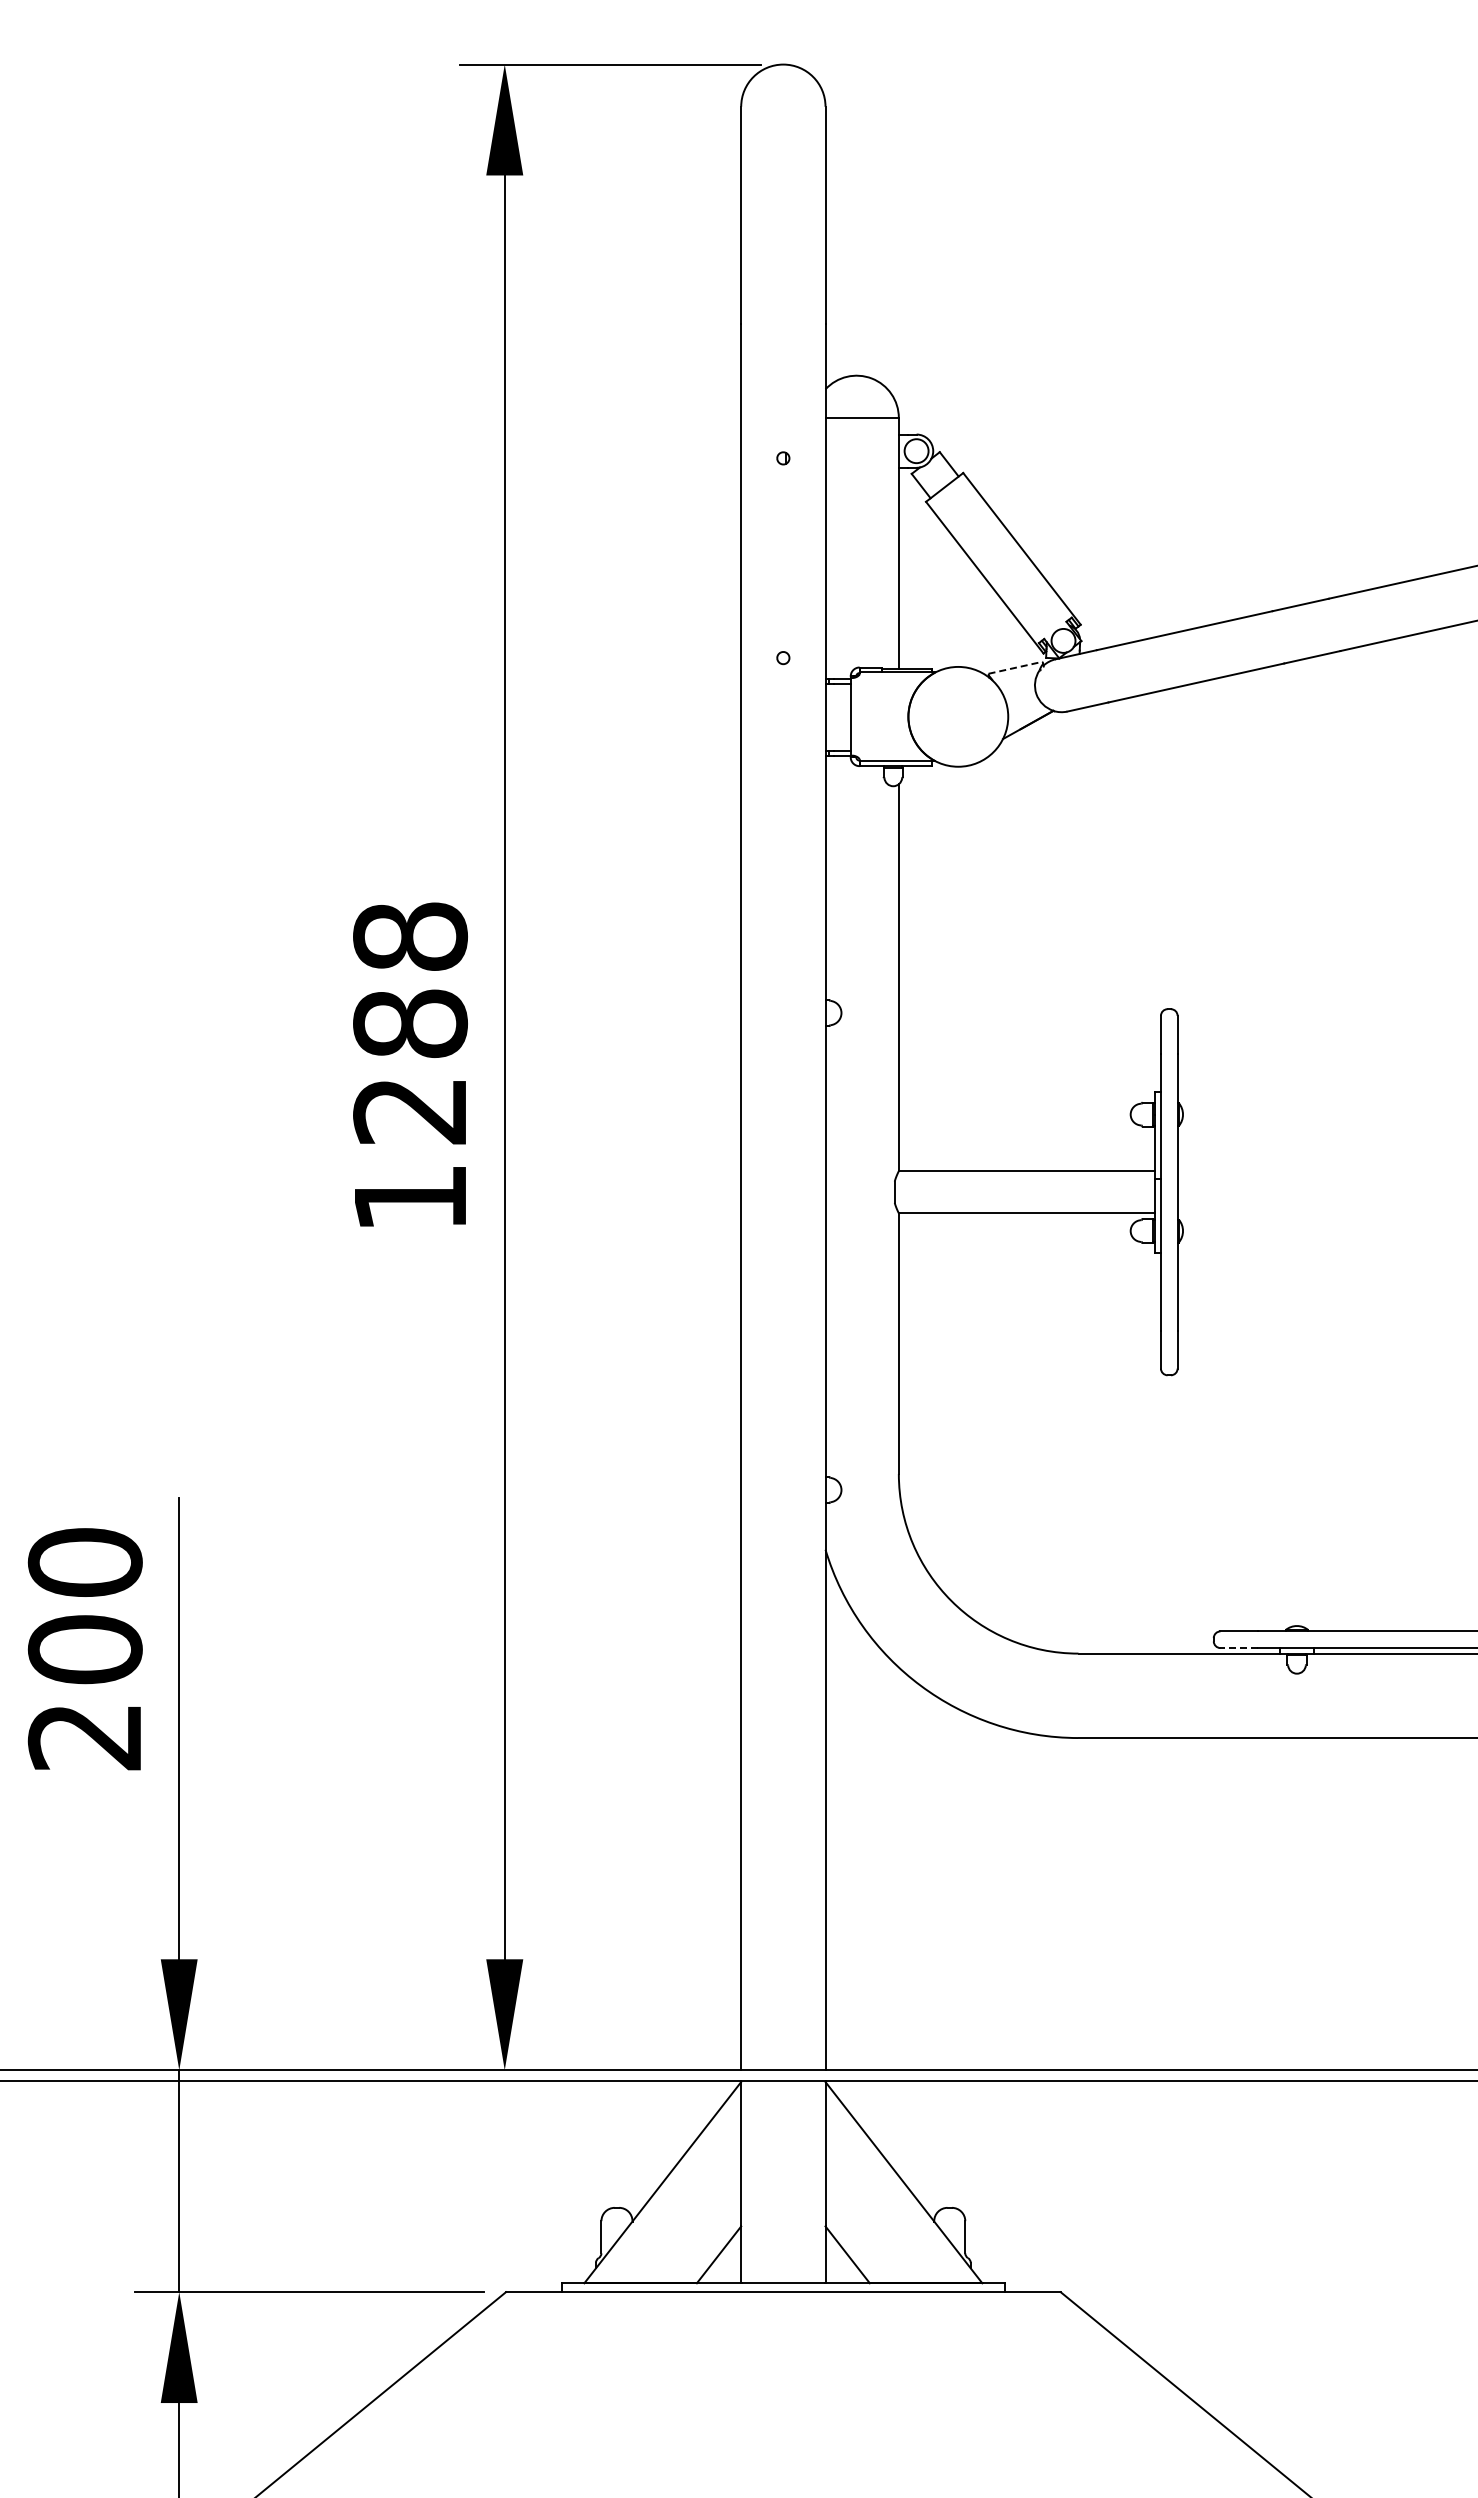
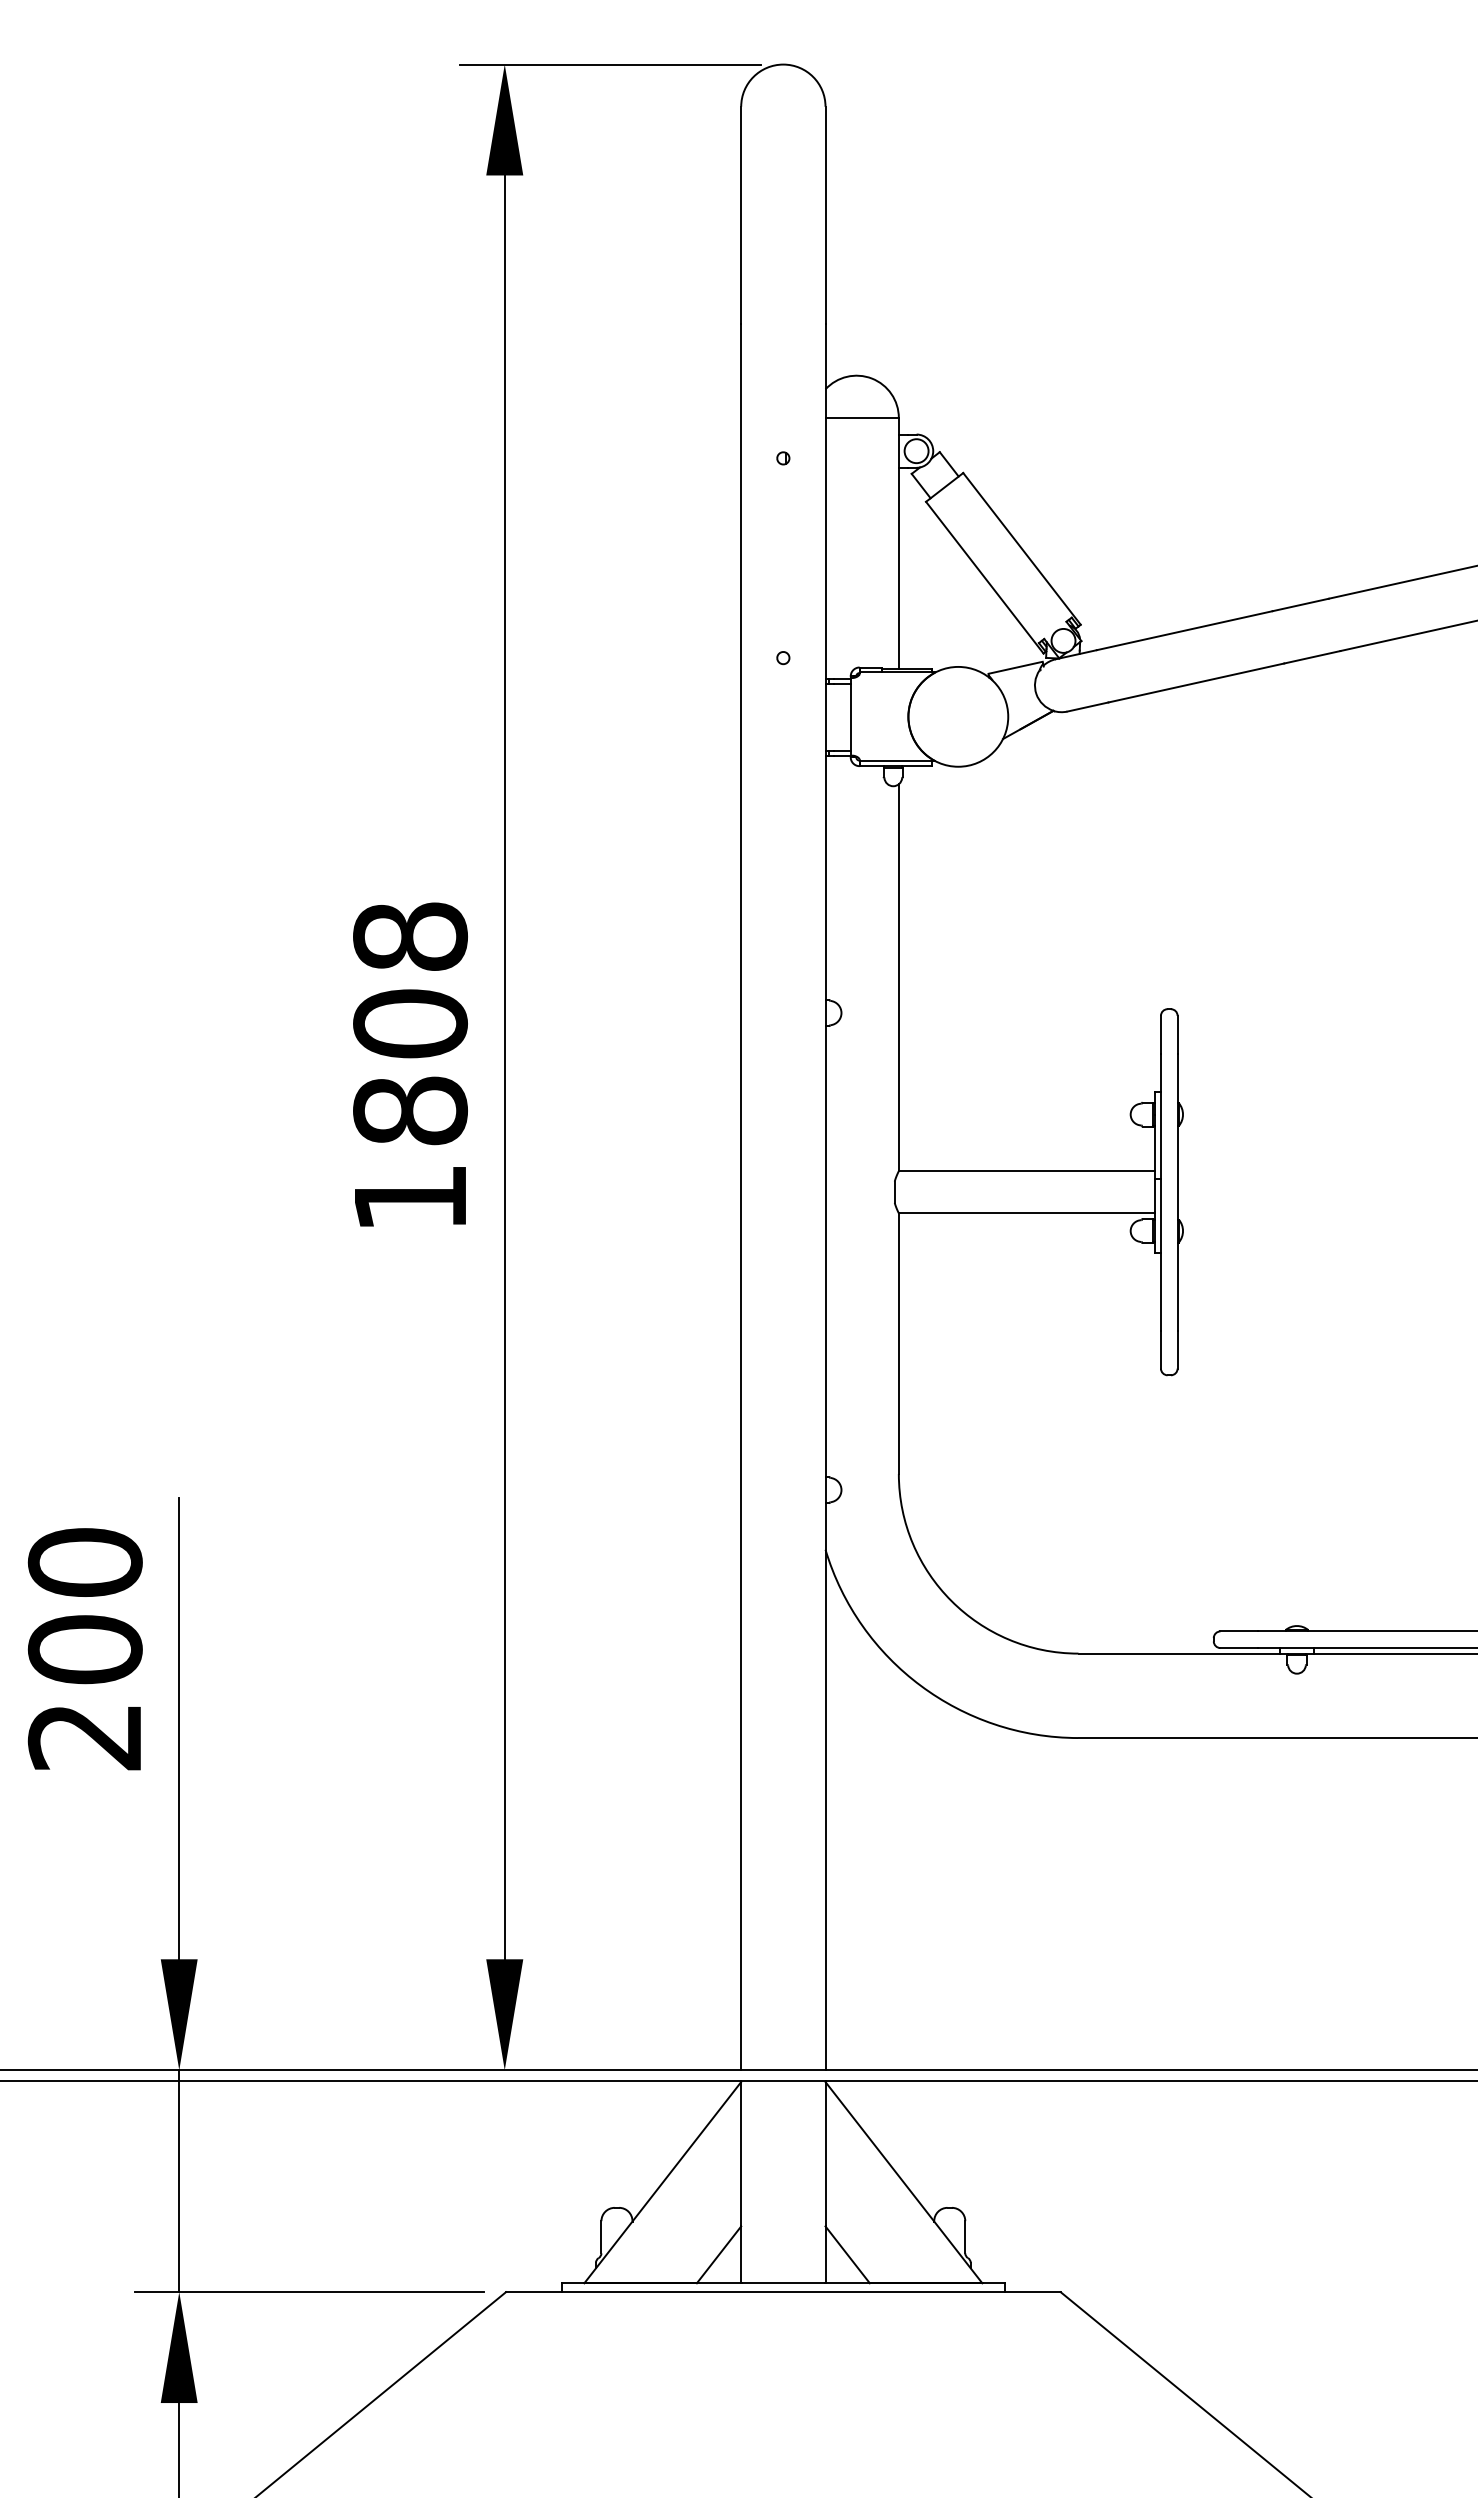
line at (1015, 667): dashed -> solid
text at (410, 1067): 1288 -> 1808
line at (1239, 1648): dashed -> solid
